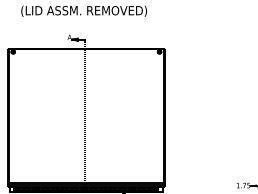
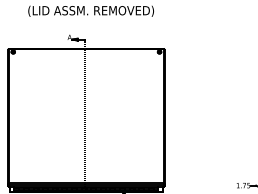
text at (83, 10) position: (83, 10) -> (90, 10)
